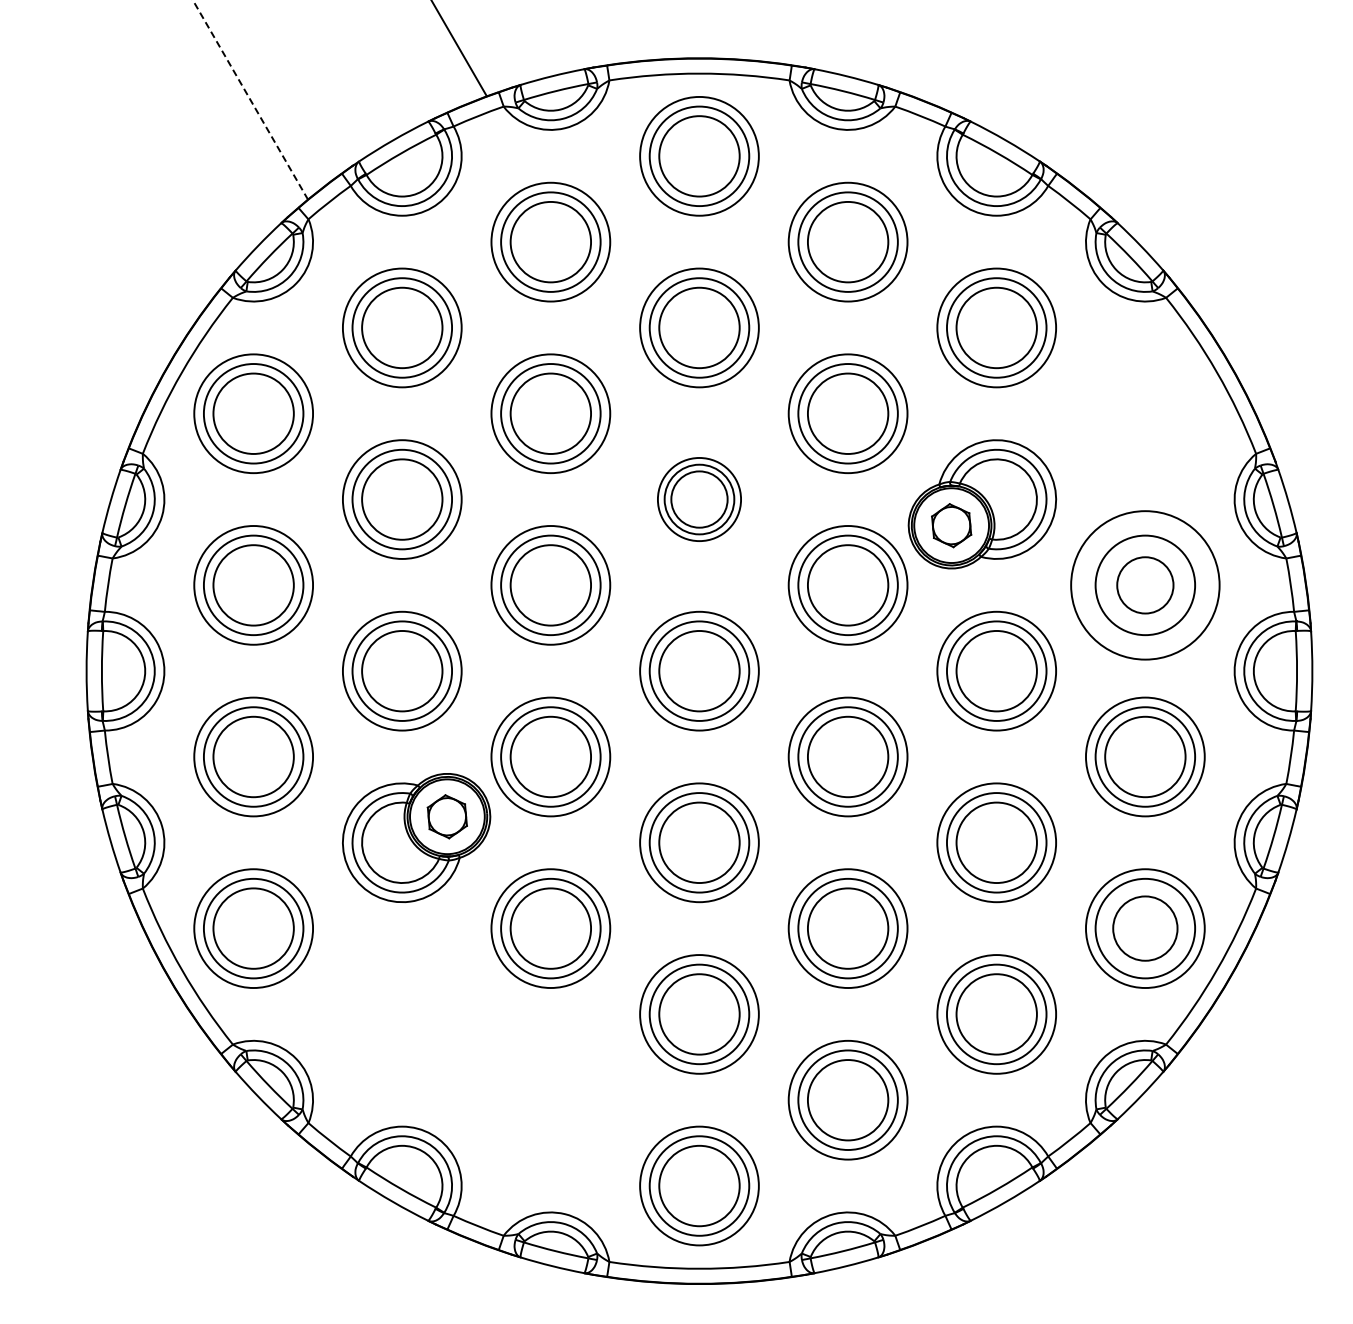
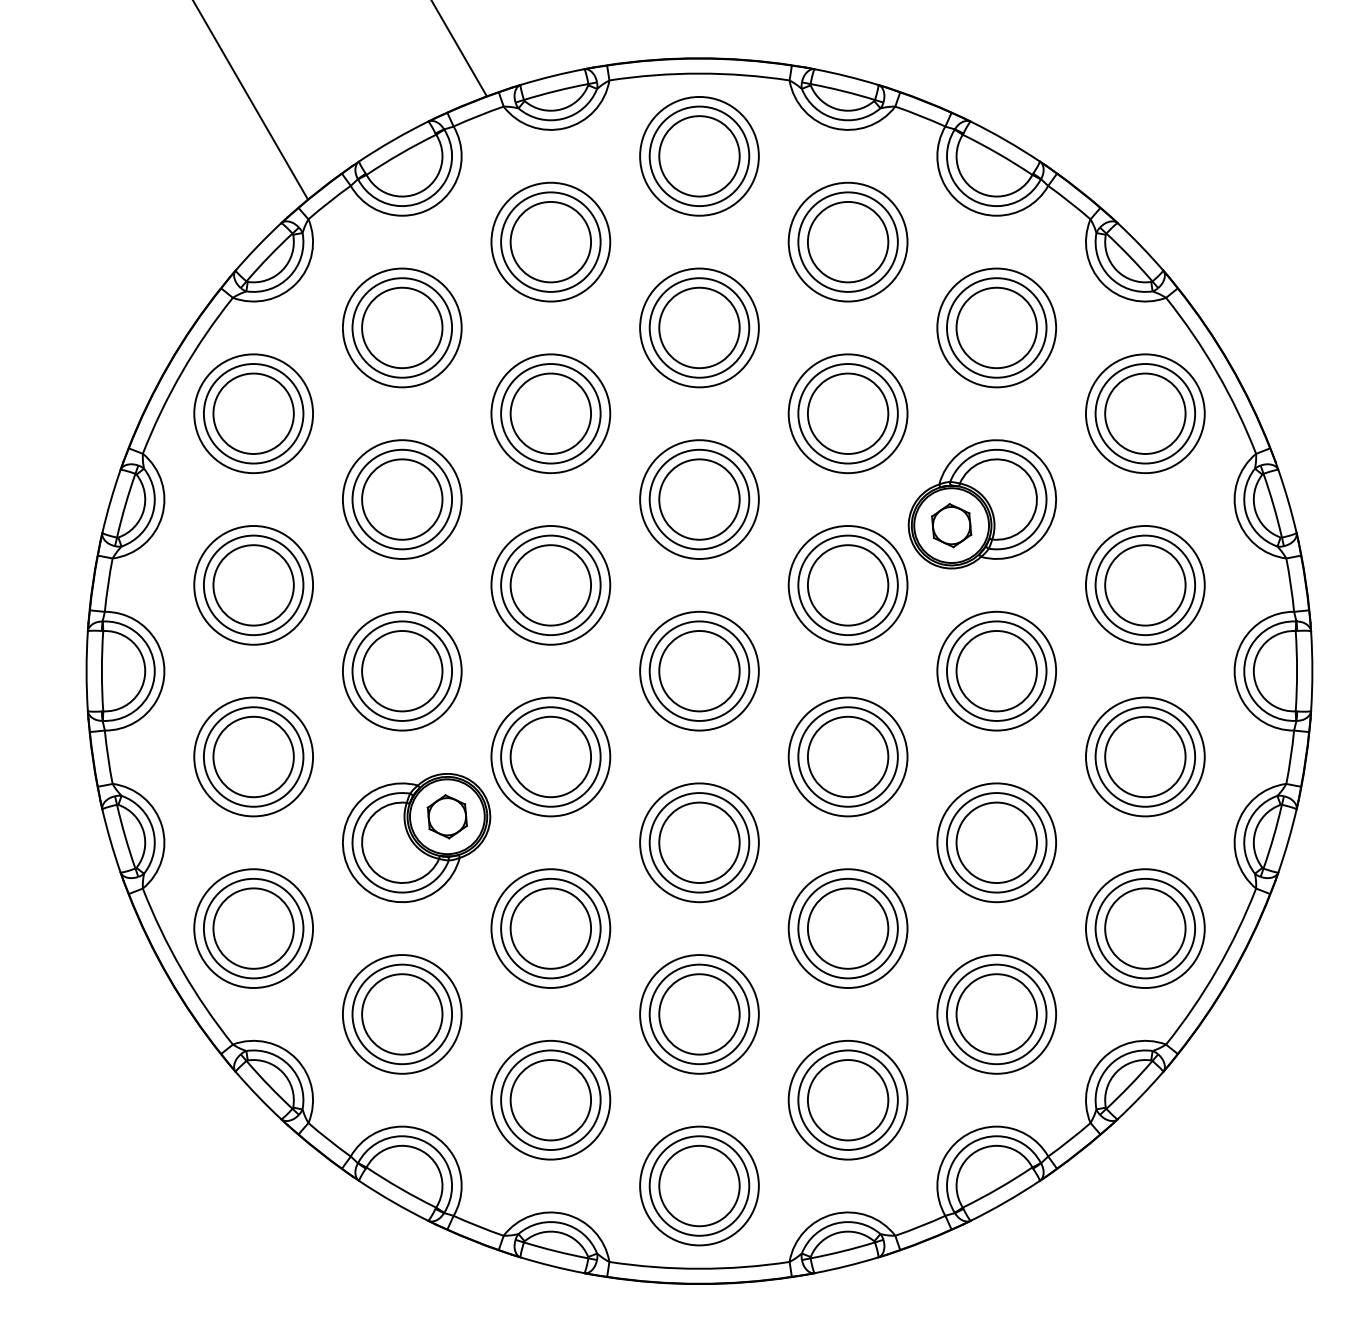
line at (250, 100): dashed -> solid
part at (1145, 413): none -> present
part at (699, 499) size: 85x85 px -> 121x121 px
circle at (1145, 585) diameter: 148 px -> 119 px
circle at (1145, 585) diameter: 56 px -> 80 px
circle at (1145, 928) diameter: 64 px -> 80 px
part at (402, 1014): none -> present
part at (550, 1100): none -> present
